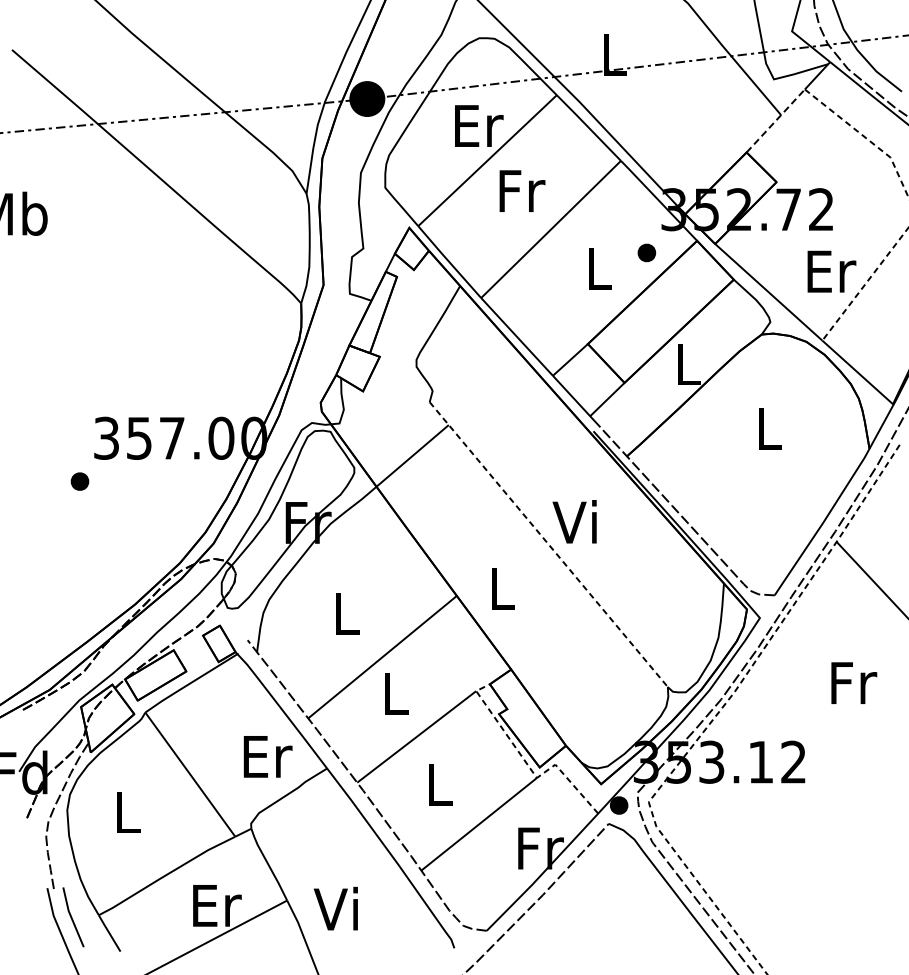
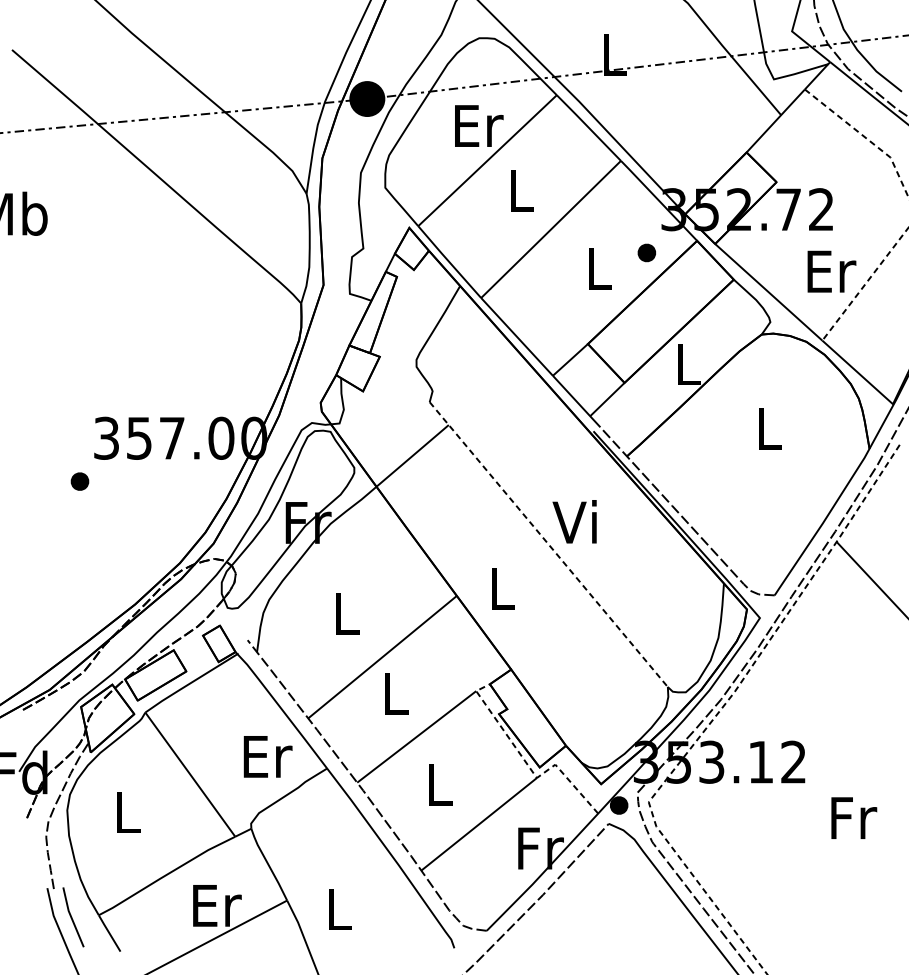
line at (775, 120): dashed -> solid
text at (522, 190): Fr -> L
text at (854, 682) position: (854, 682) -> (854, 817)
text at (335, 908): Vi -> L
